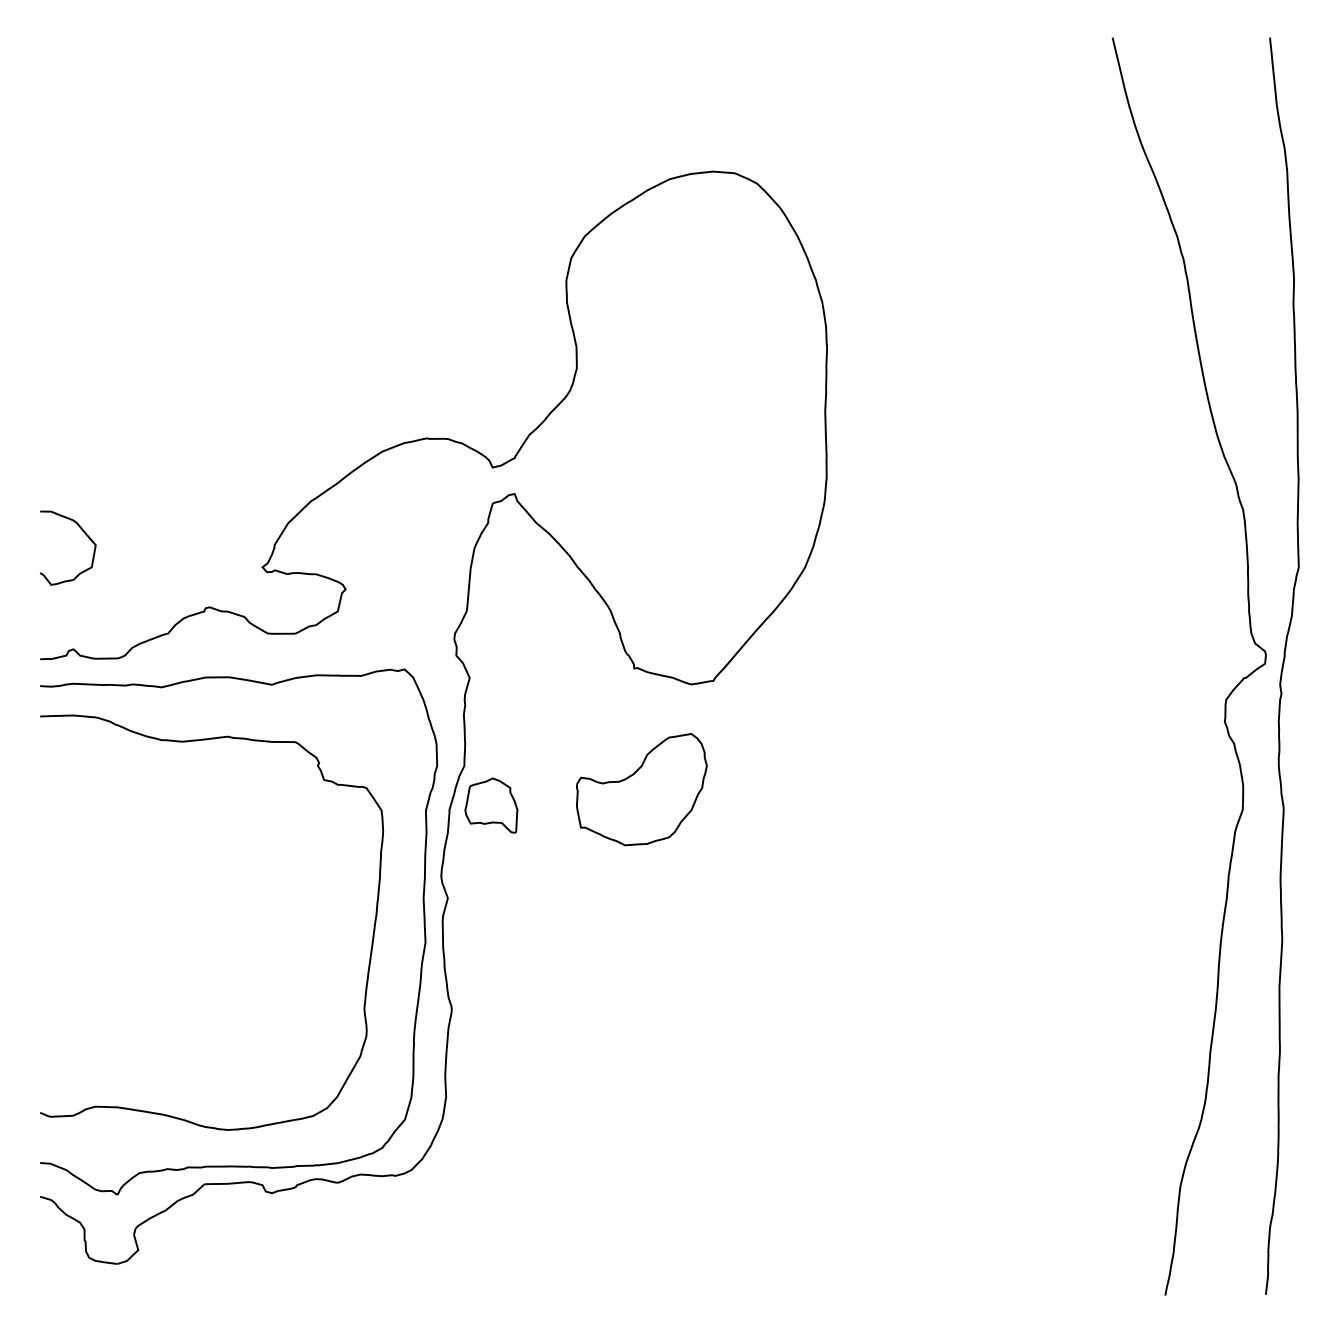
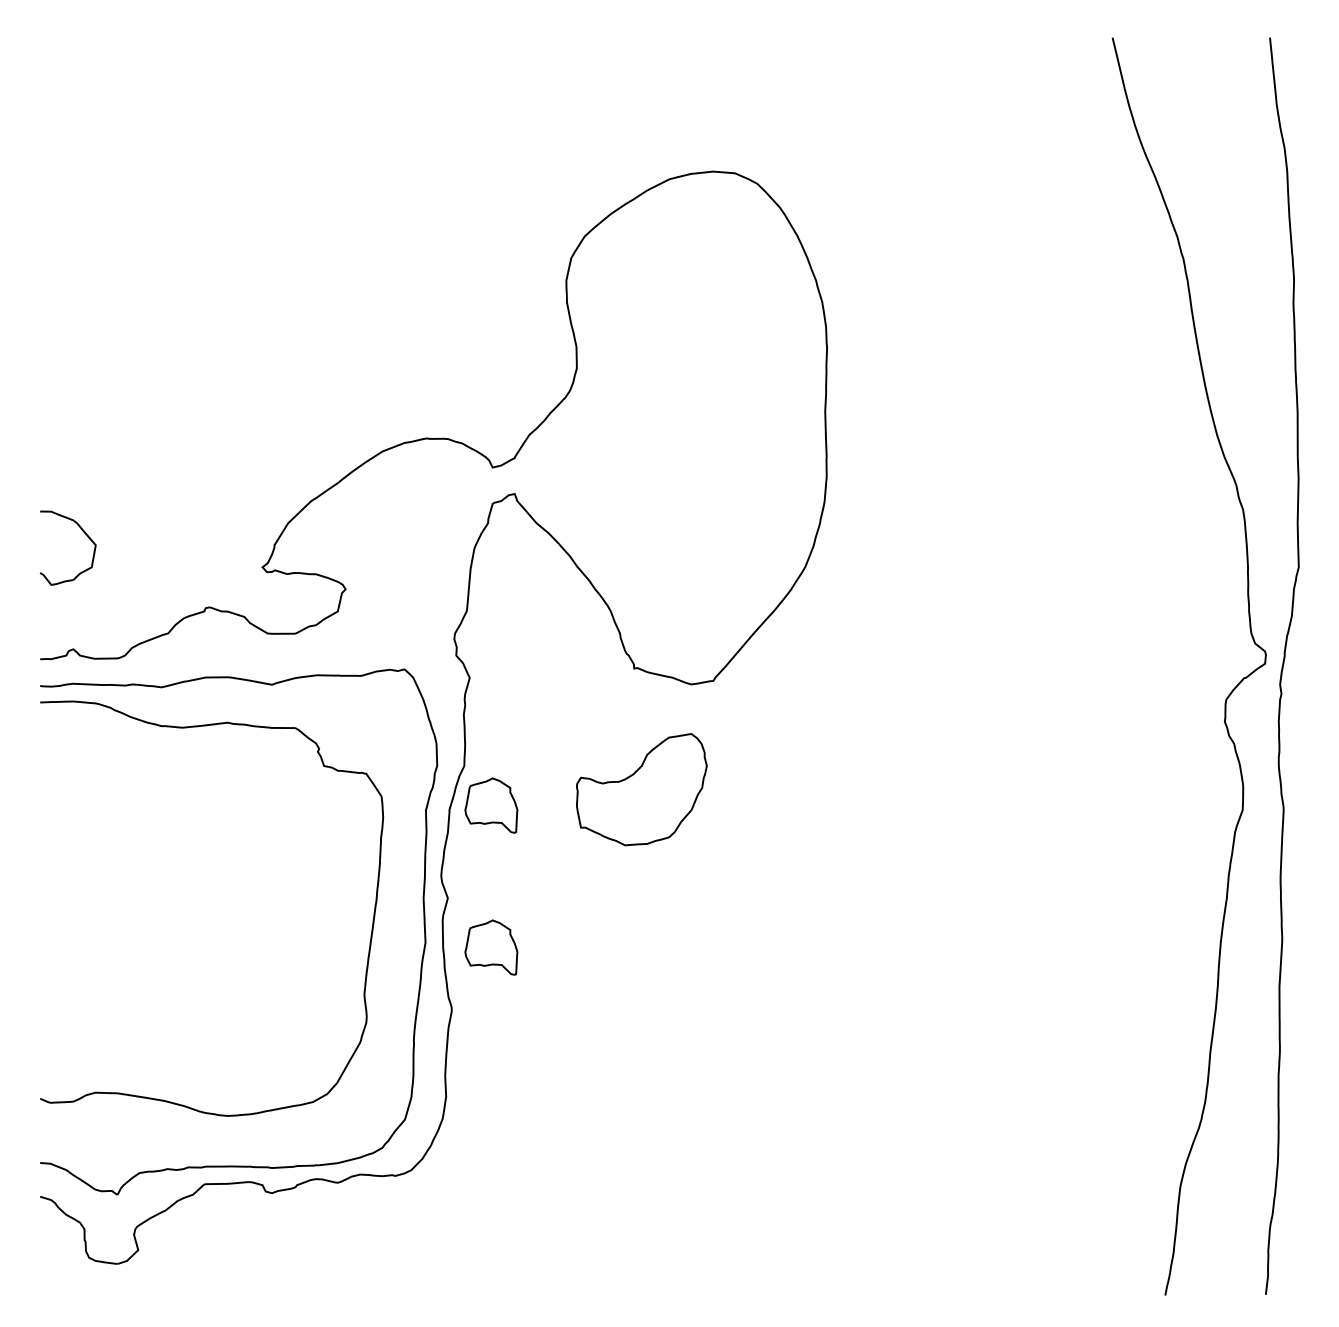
part at (371, 942) position: (371, 942) -> (371, 928)
part at (491, 947): none -> present
